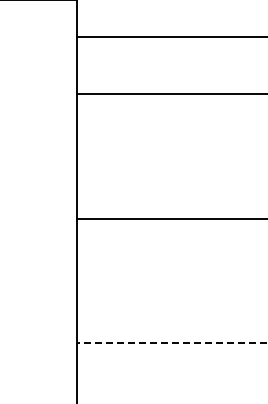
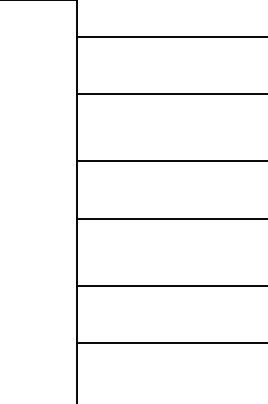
line at (170, 161): none -> present
line at (170, 285): none -> present
line at (171, 343): dashed -> solid
